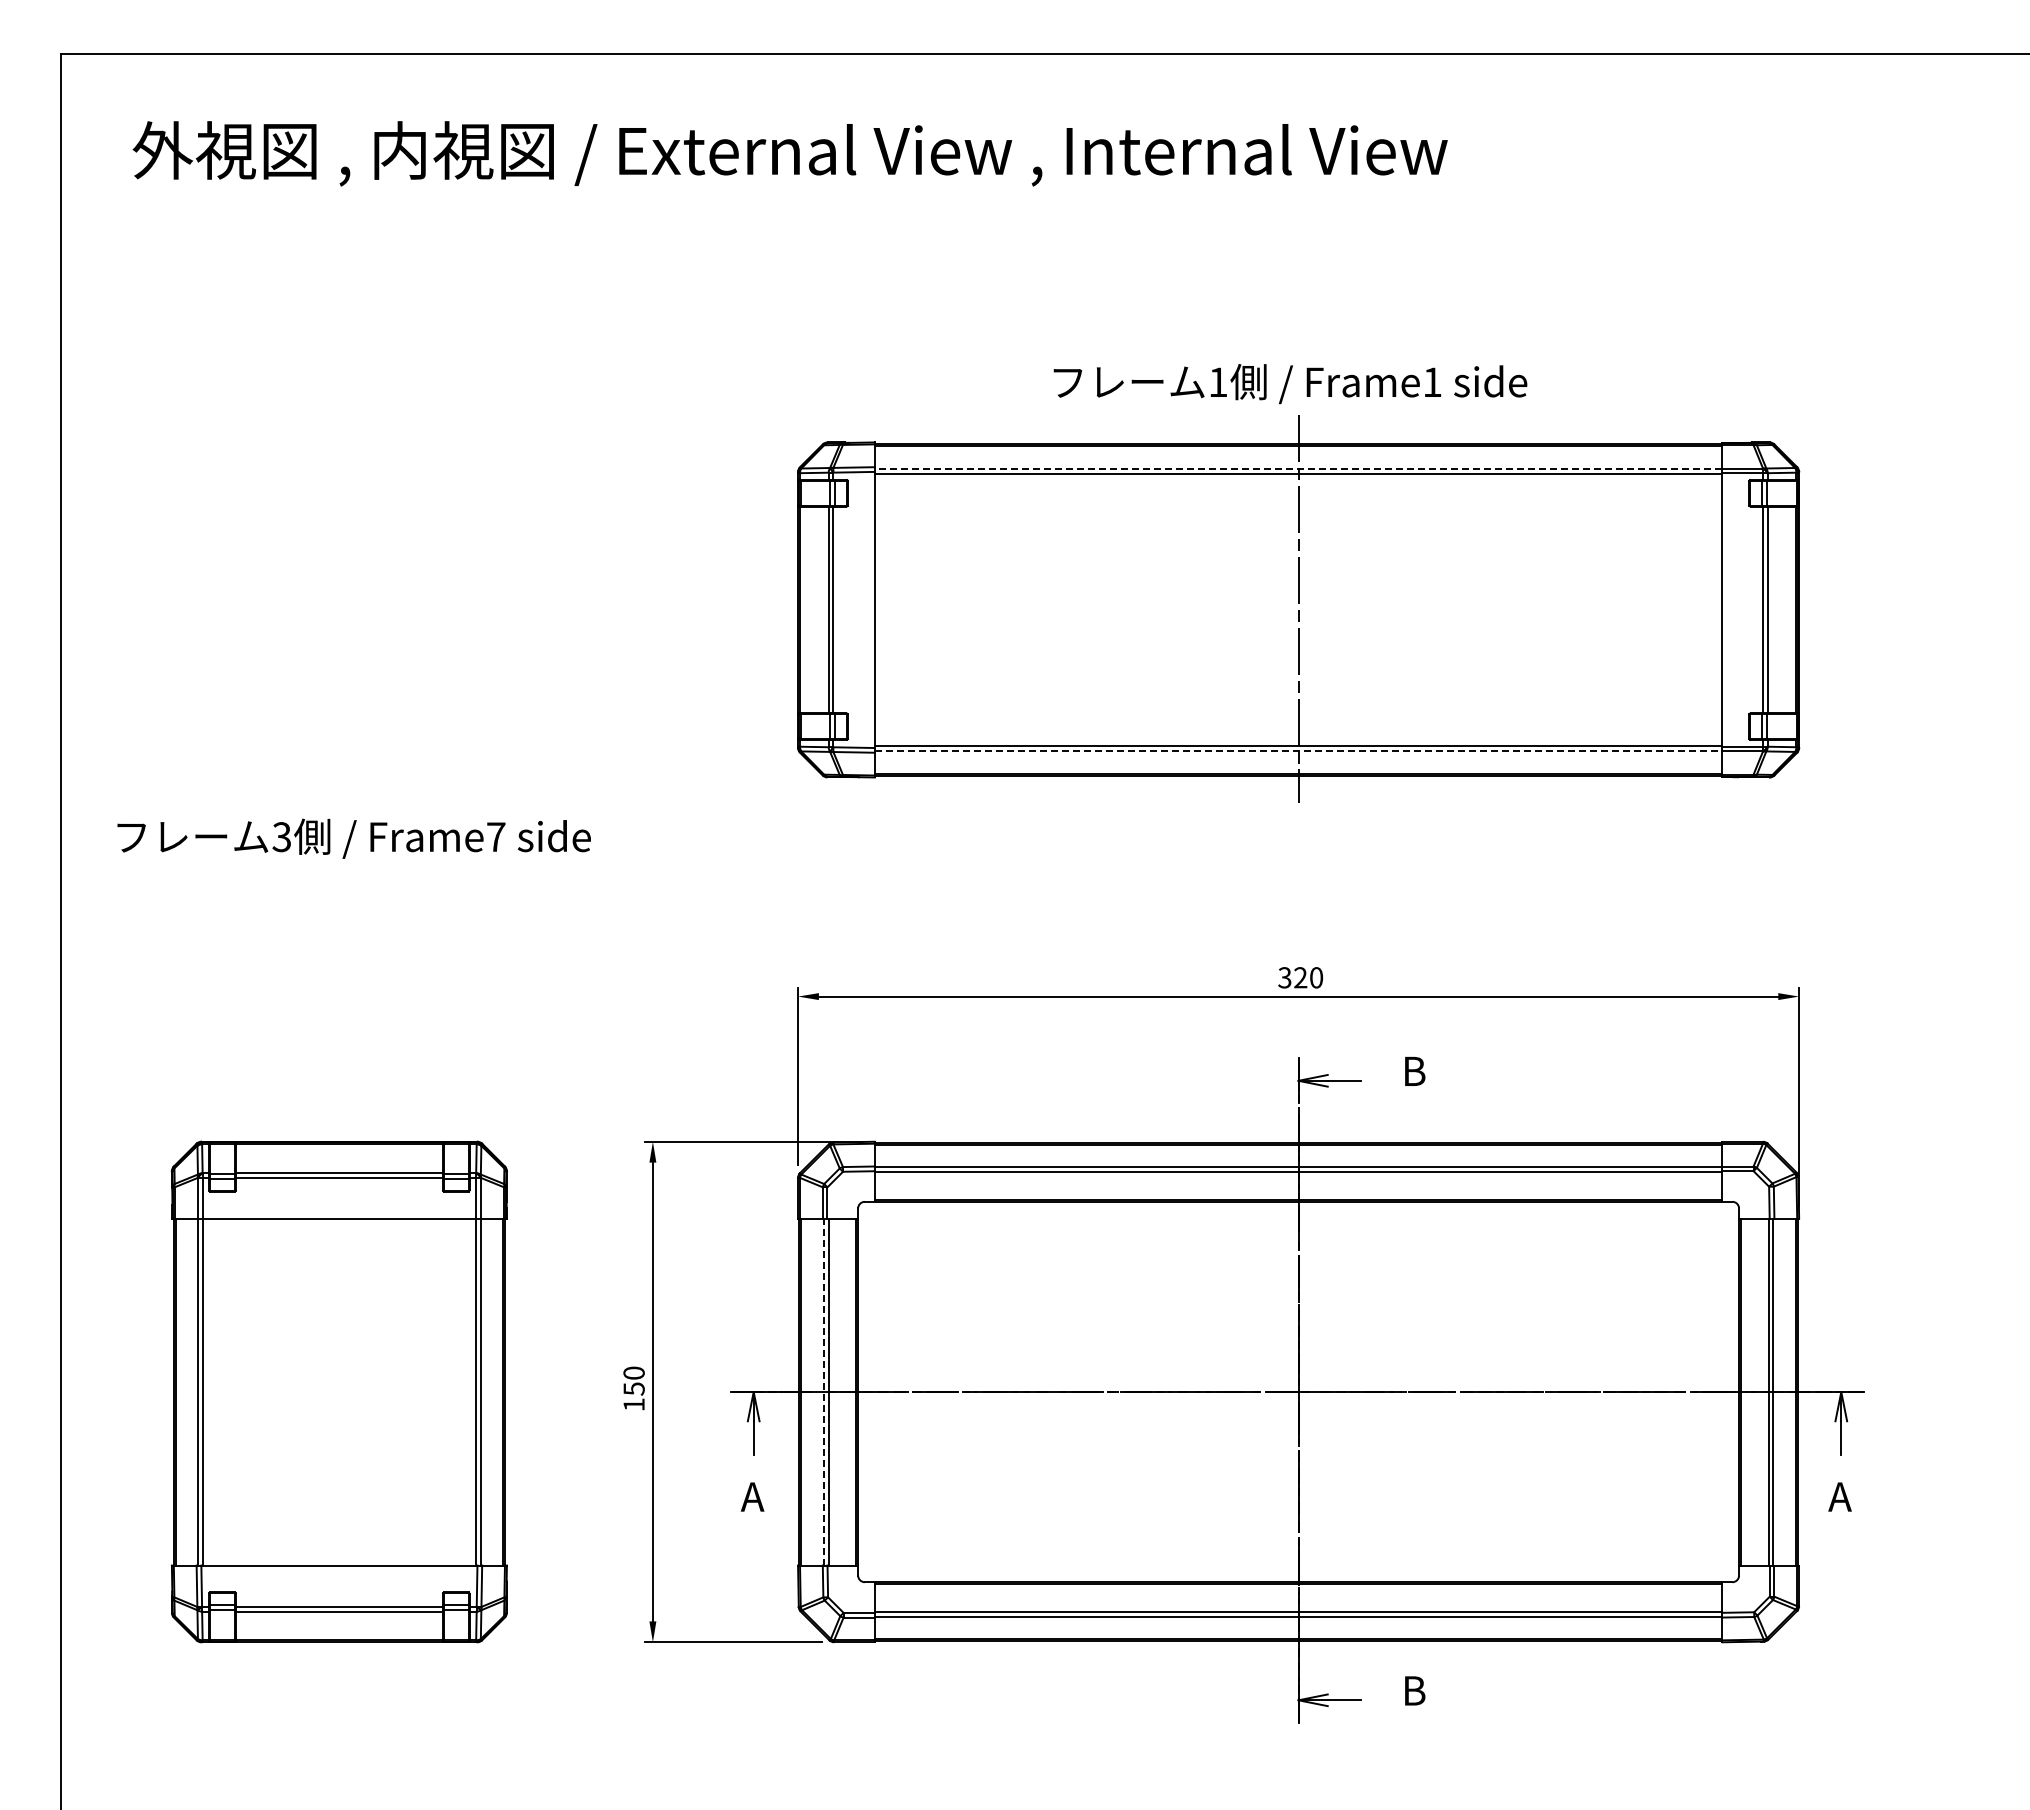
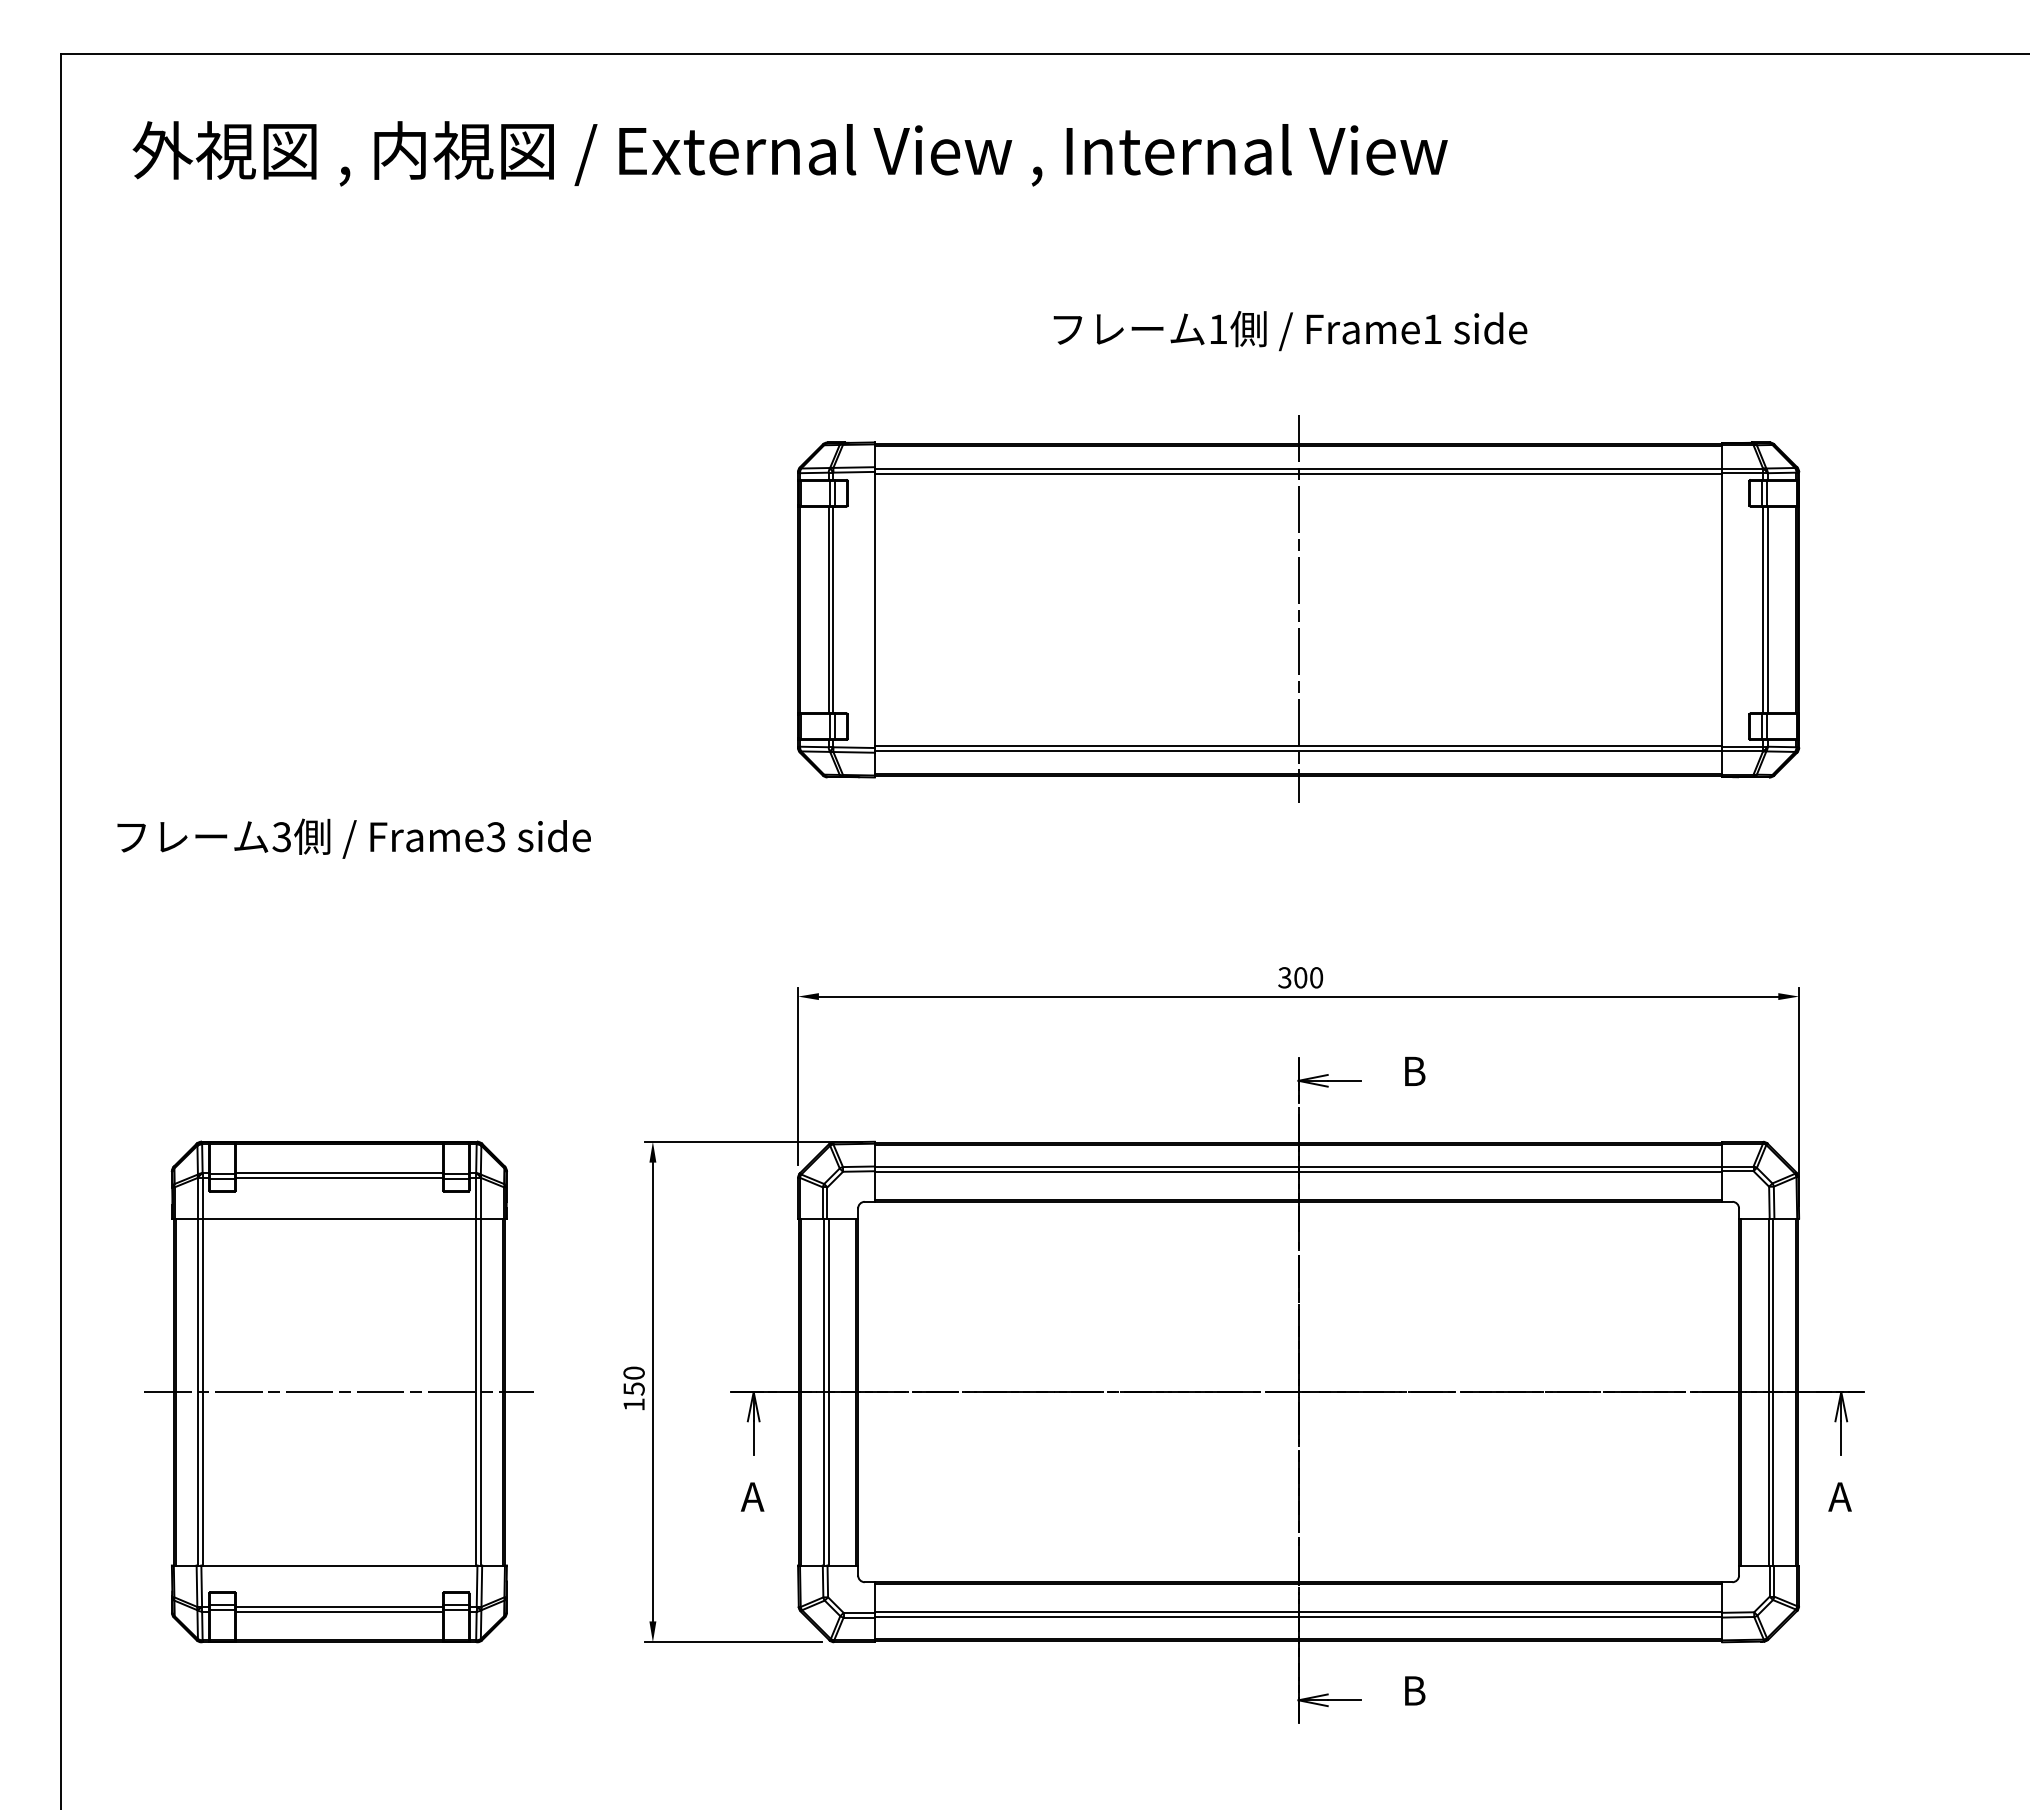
text at (1290, 384) position: (1290, 384) -> (1290, 331)
line at (1298, 468): dashed -> solid
line at (1298, 751): dashed -> solid
text at (495, 837): Frame7 -> Frame3
text at (1300, 977): 320 -> 300
line at (339, 1392): none -> present
line at (823, 1392): dashed -> solid
